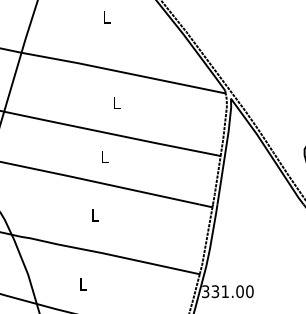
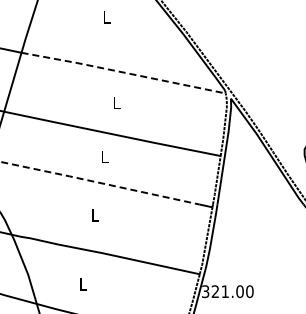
line at (122, 72): solid -> dashed
line at (99, 182): solid -> dashed
text at (215, 291): 331.00 -> 321.00
